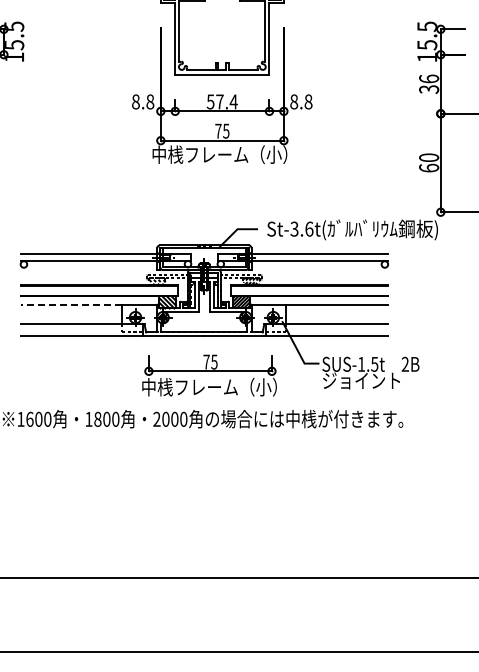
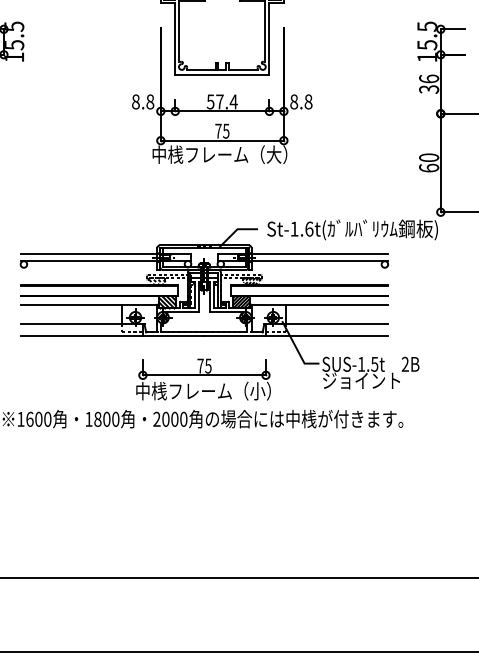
text at (273, 154): 中桟フレーム（小） -> 中桟フレーム（大）
text at (294, 228): St-3.6t( -> St-1.6t(
line at (71, 304): dashed -> solid
part at (209, 375) position: (209, 375) -> (203, 379)
